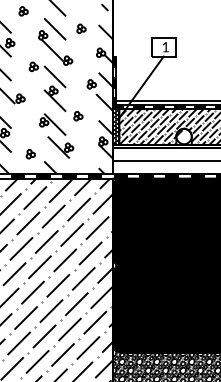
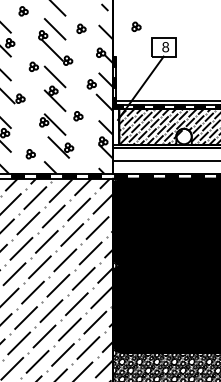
part at (136, 26): none -> present
text at (165, 47): 1 -> 8
hatch at (116, 126): present -> none
